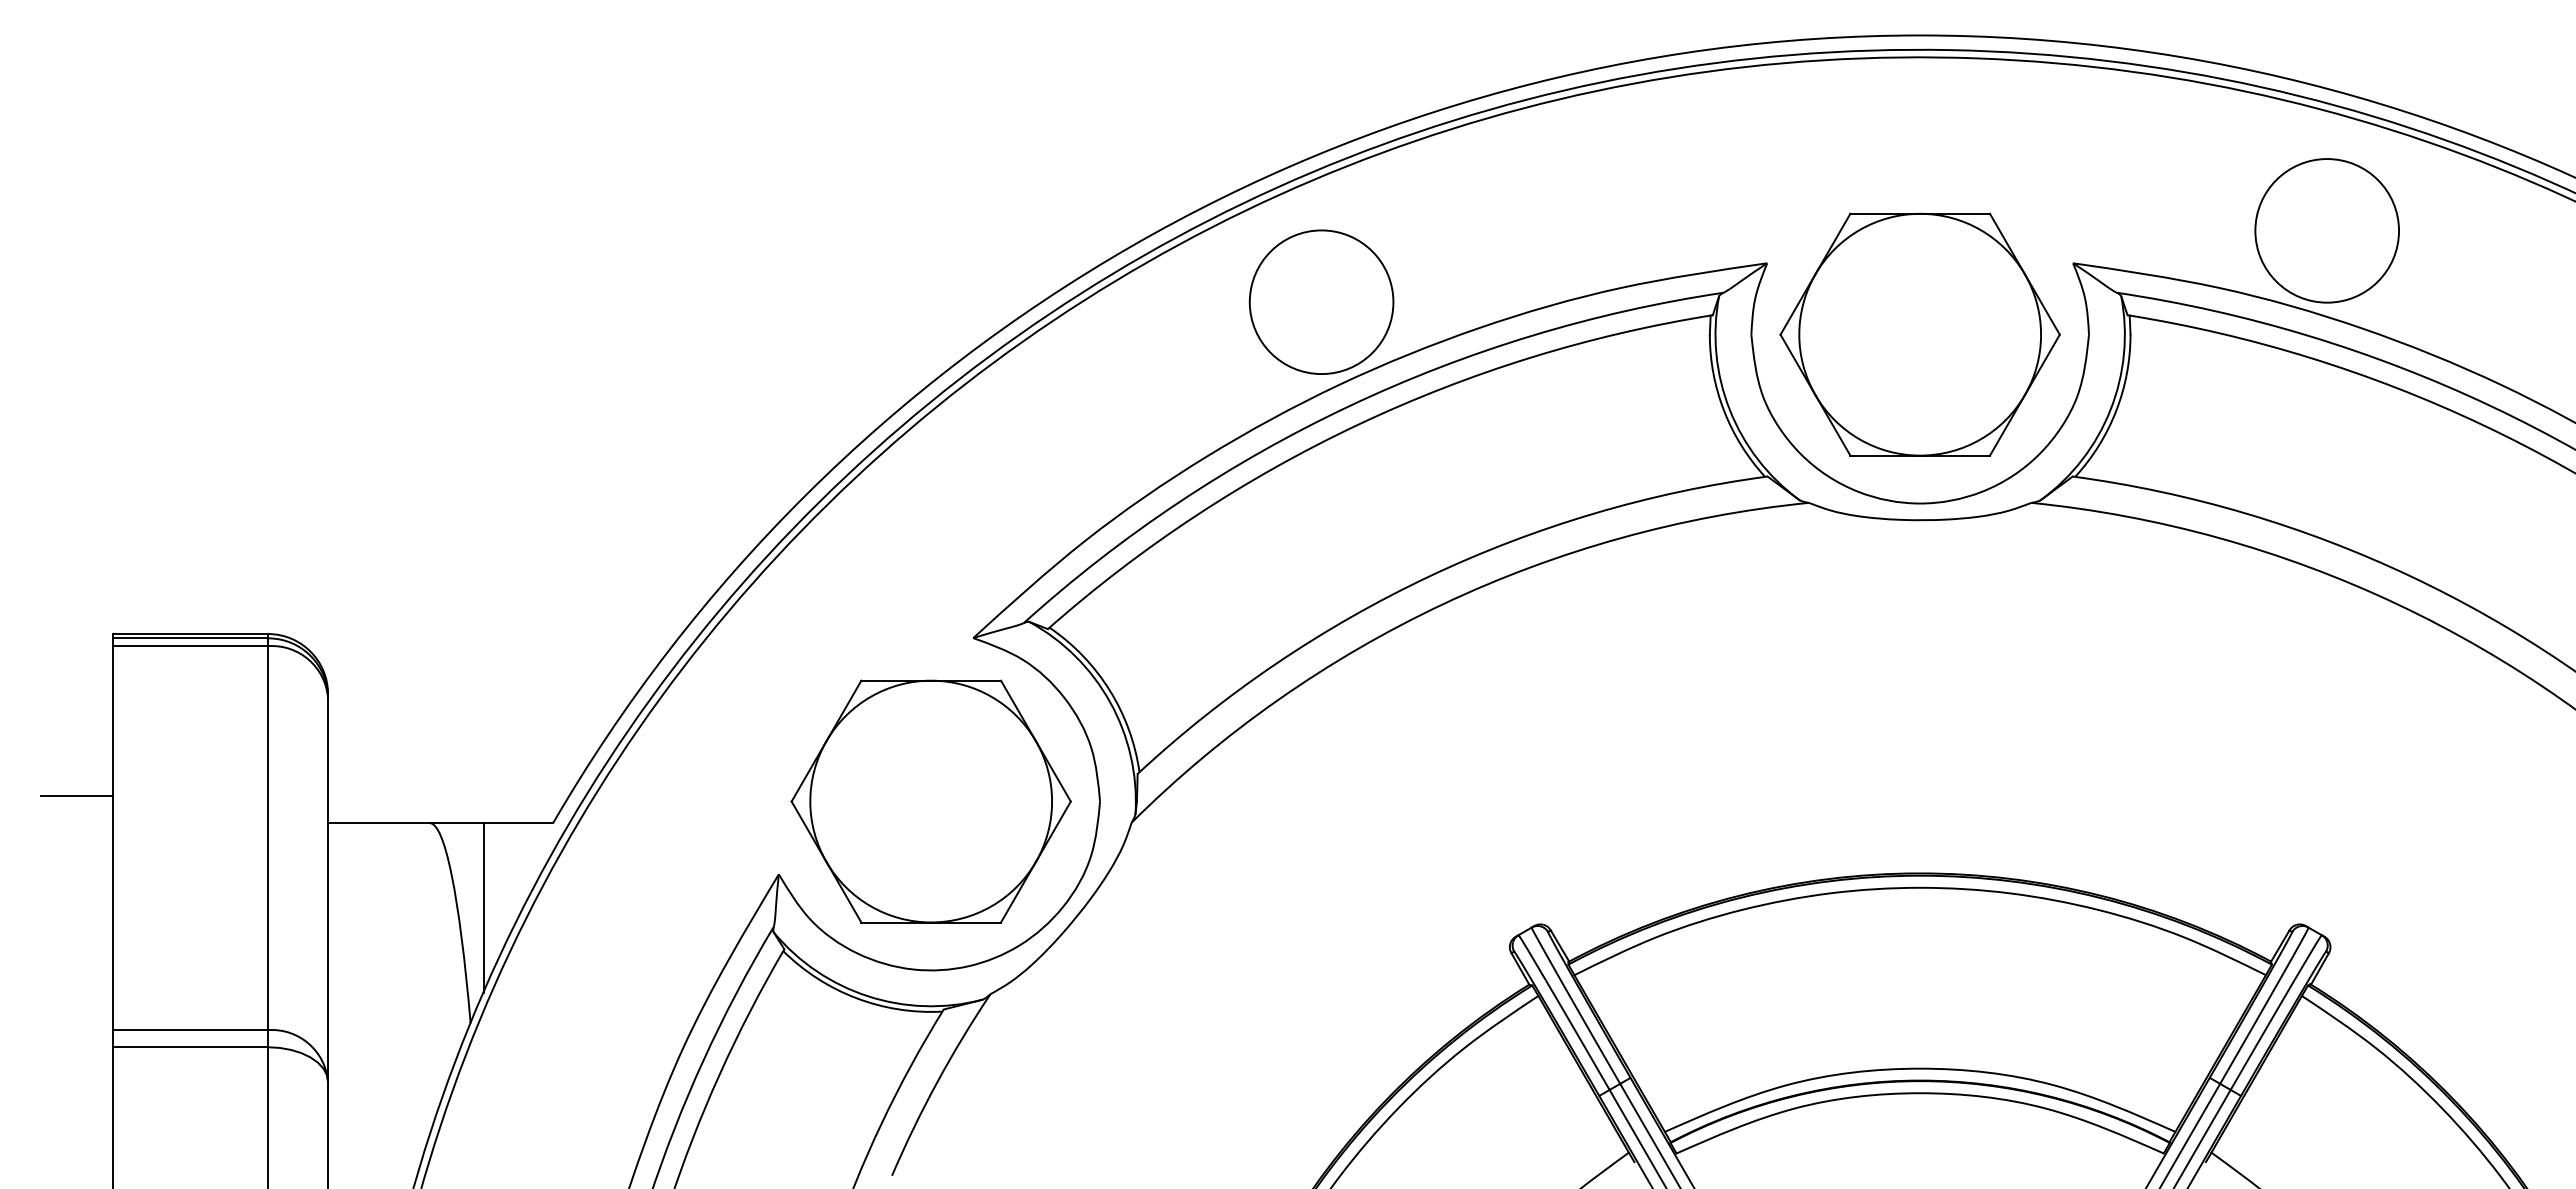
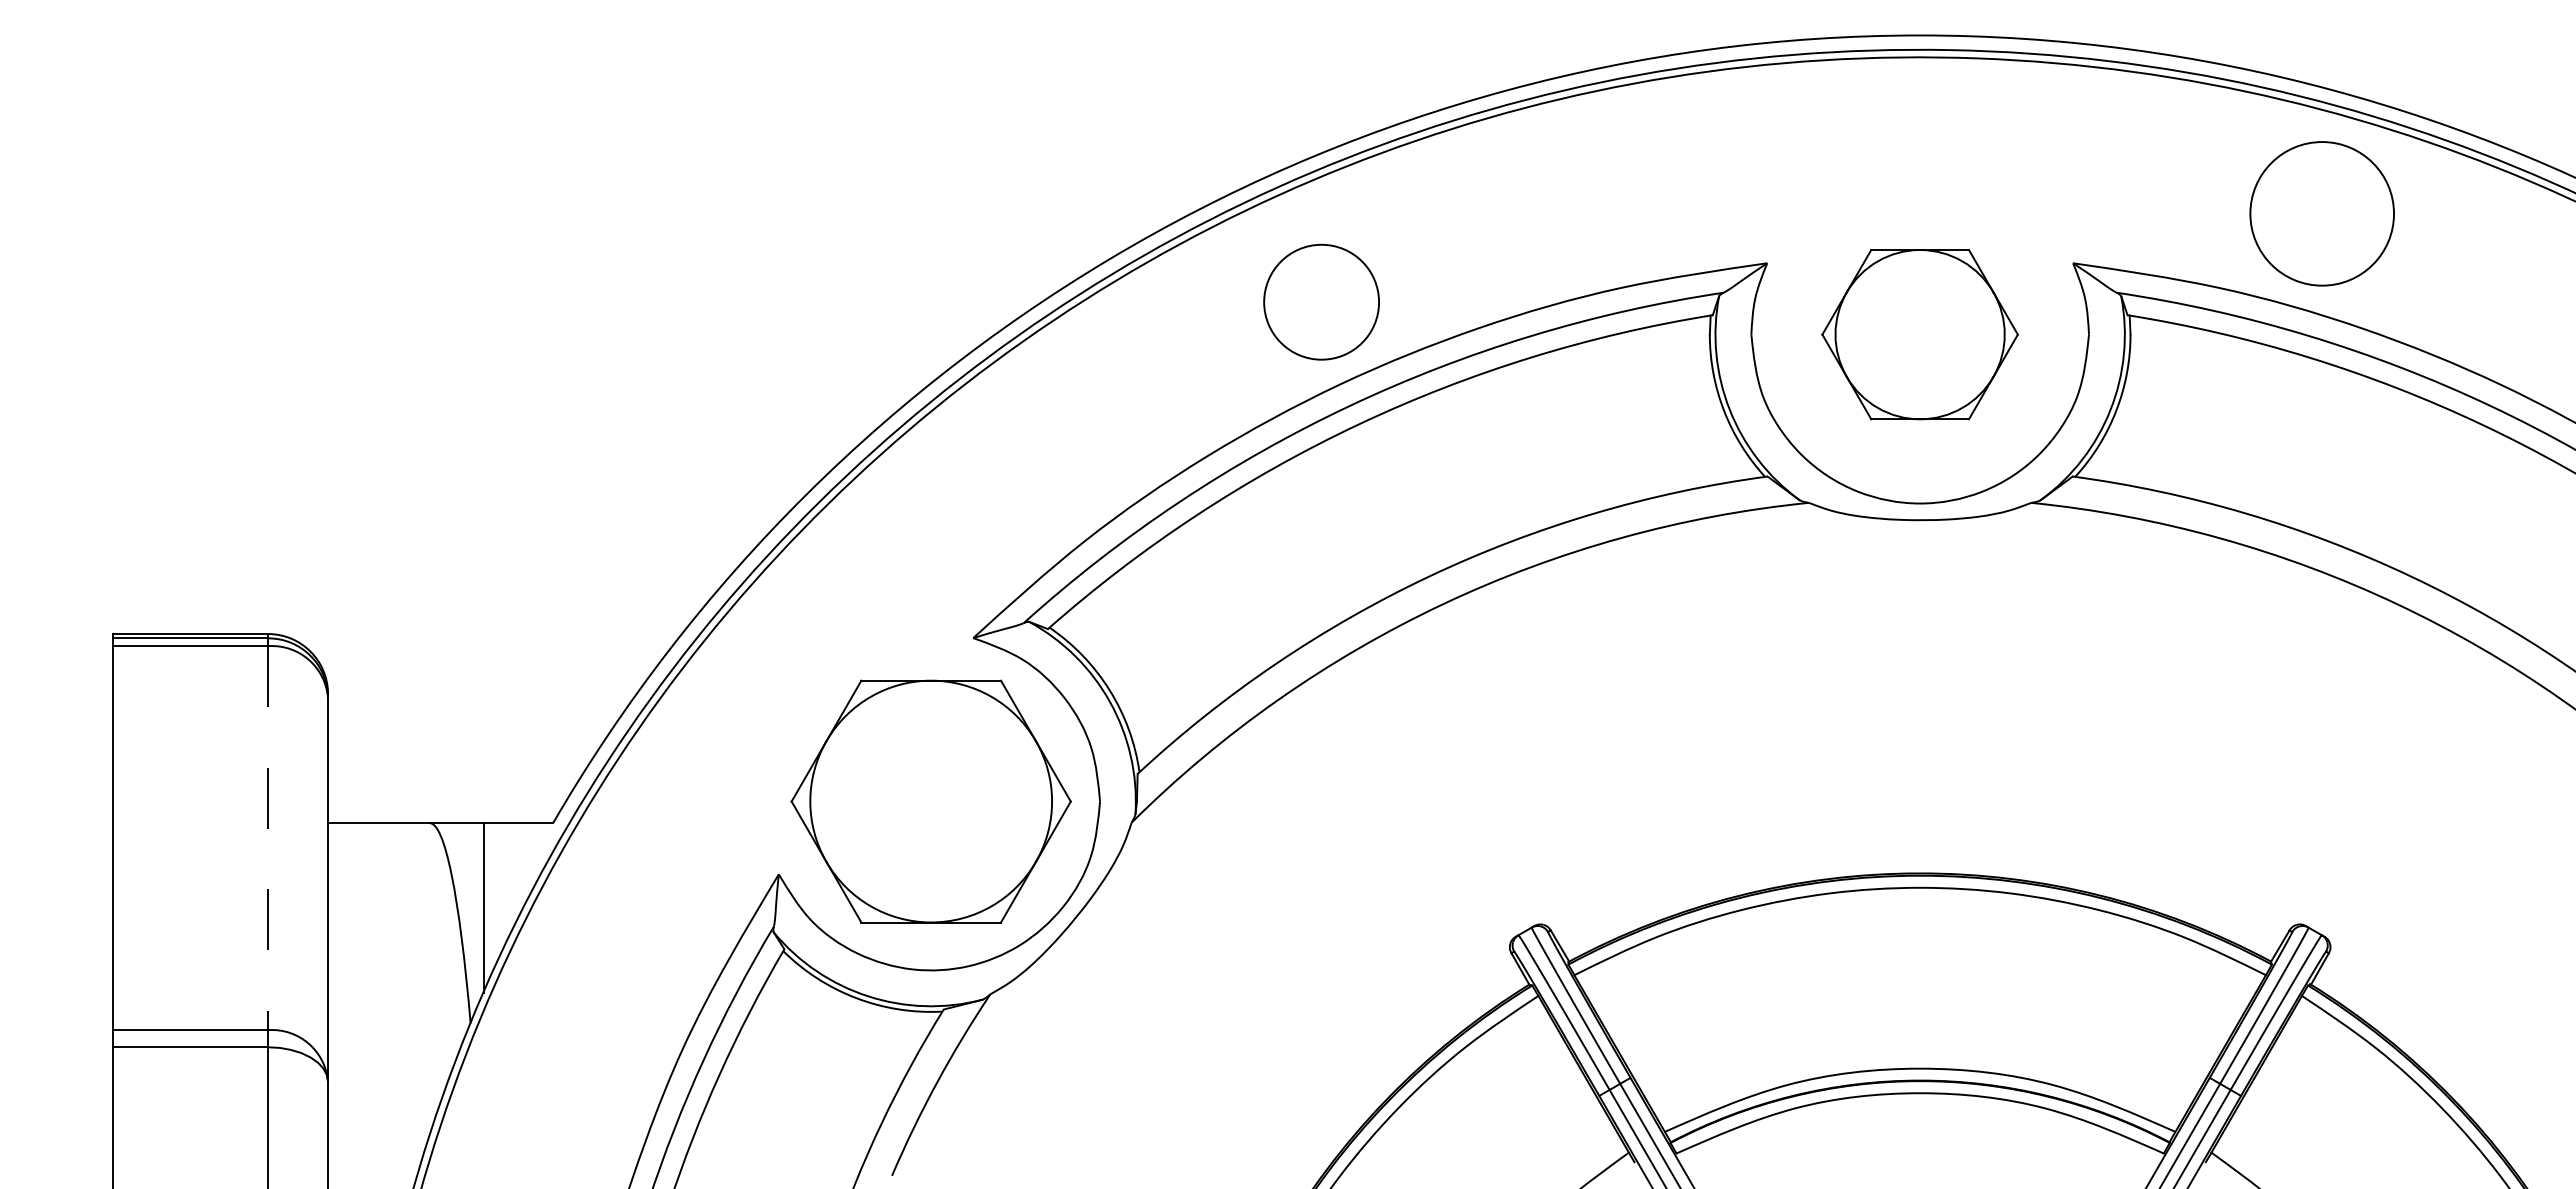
circle at (2326, 230) position: (2326, 230) -> (2321, 213)
circle at (1321, 302) diameter: 144 px -> 115 px
part at (1919, 334) size: 282x245 px -> 198x172 px
line at (76, 795): present -> none
line at (268, 838): solid -> dashed
